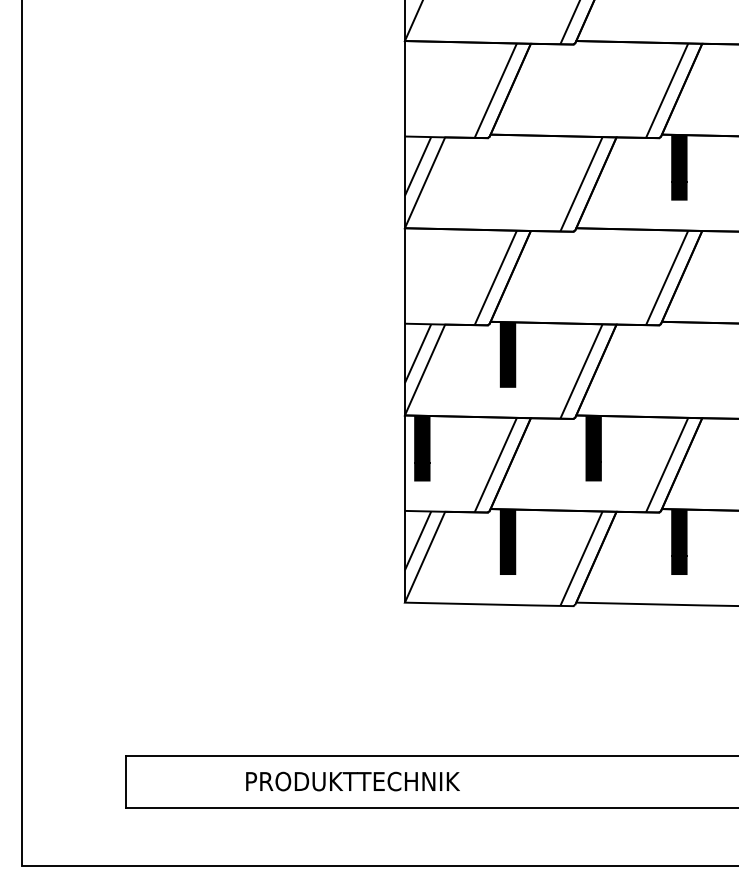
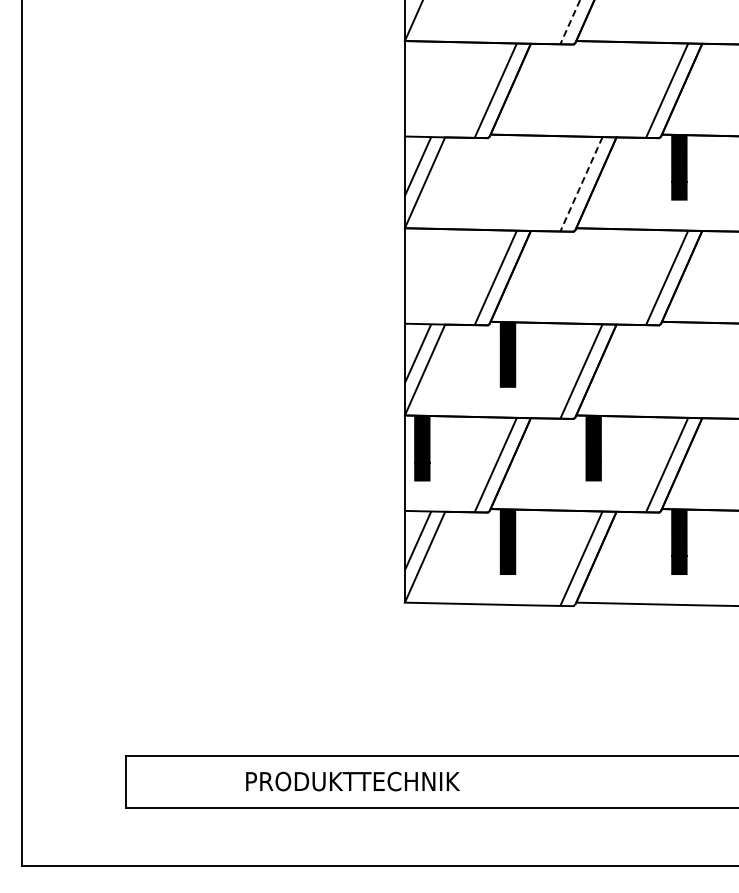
line at (570, 22): solid -> dashed
line at (581, 184): solid -> dashed
